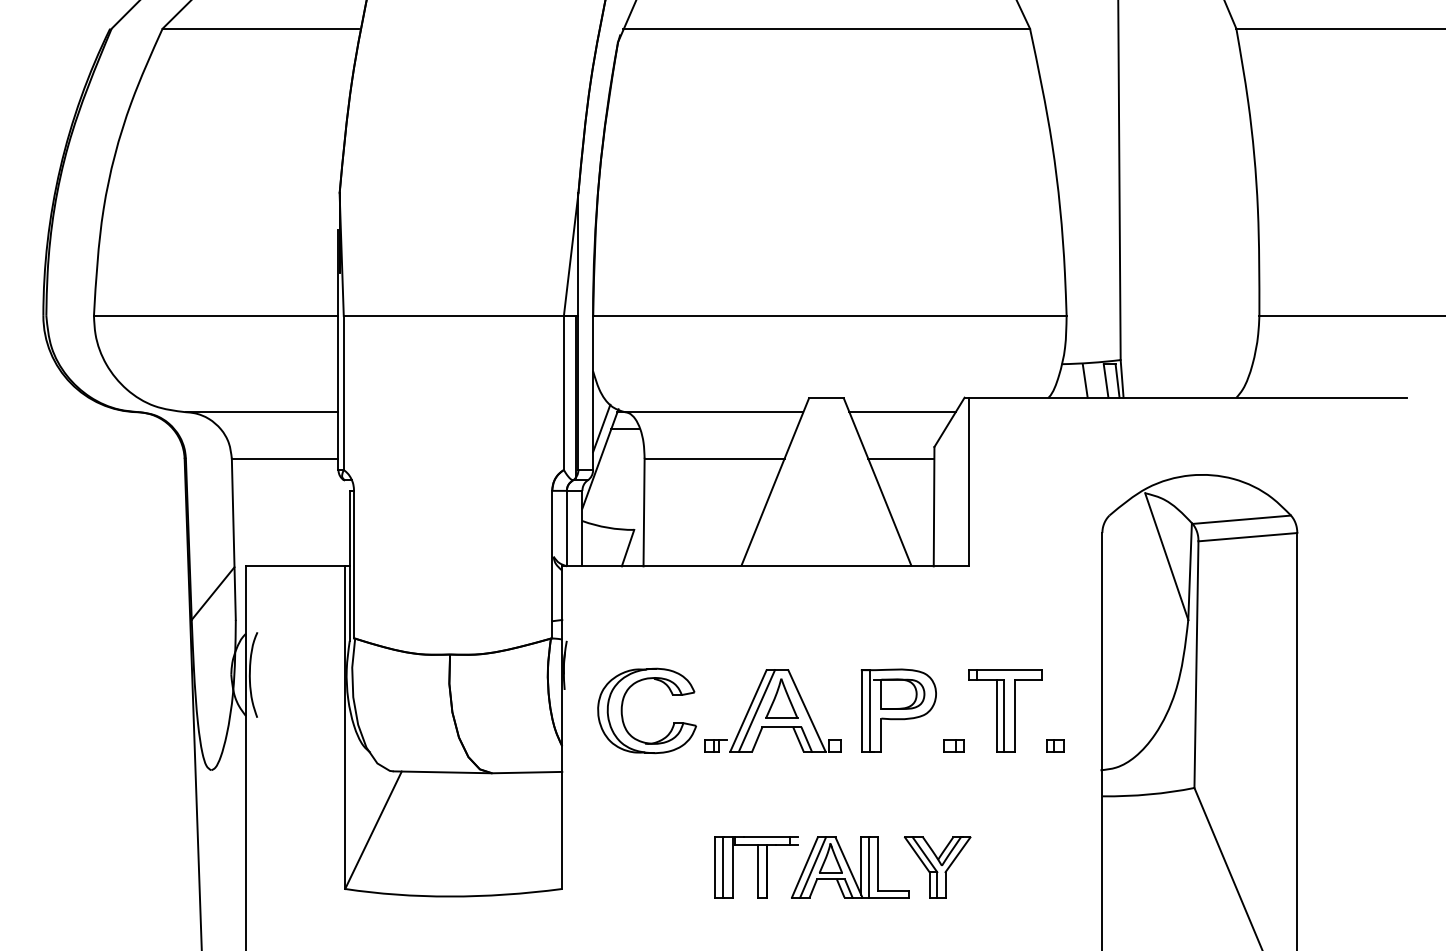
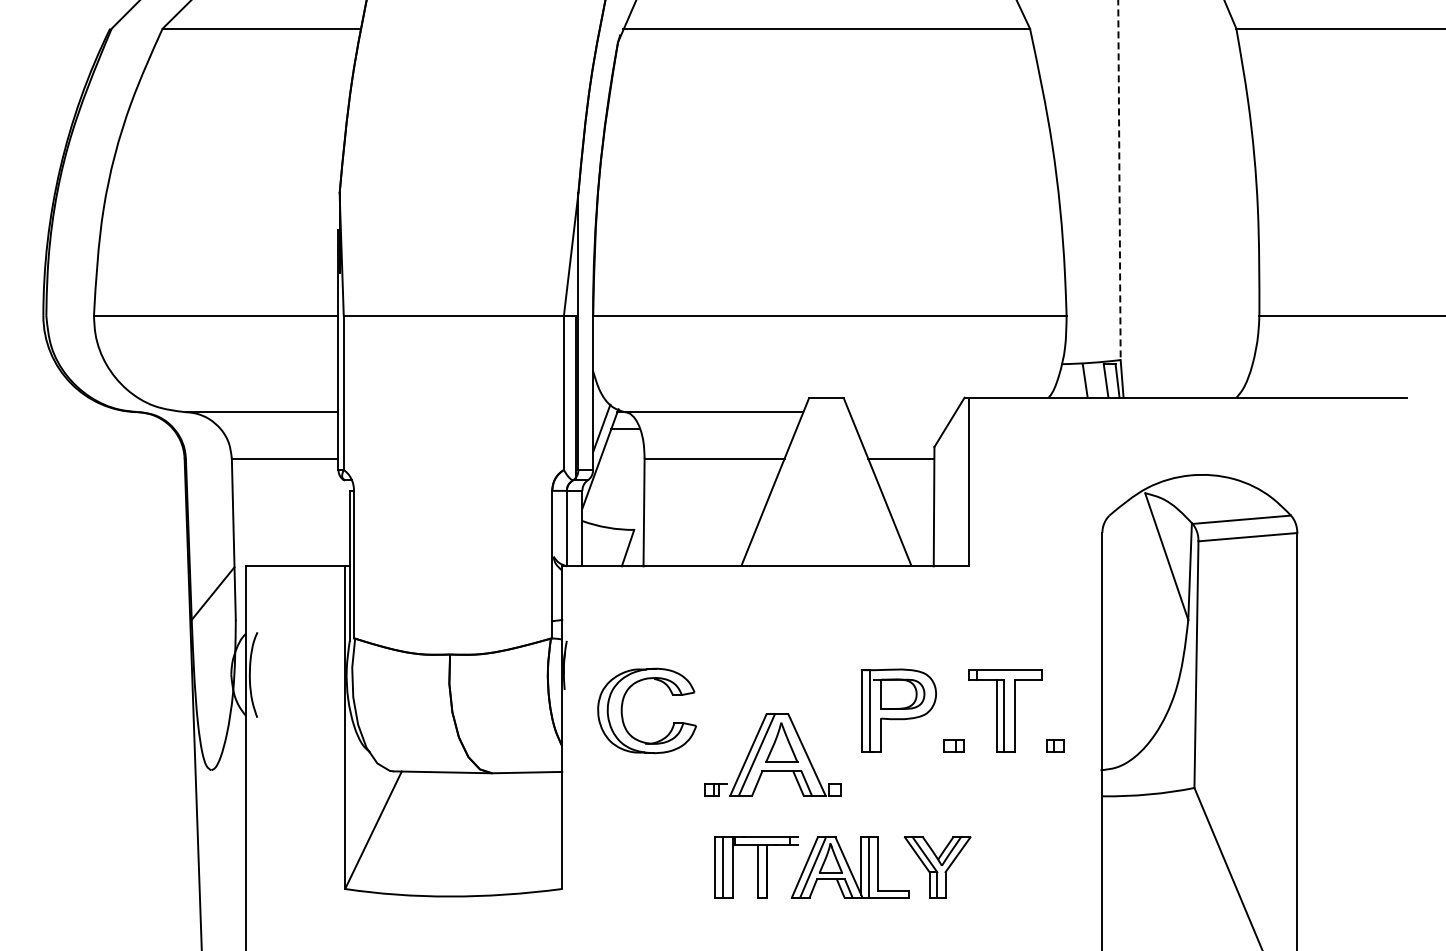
line at (1119, 180): solid -> dashed
line at (902, 412): present -> none
part at (772, 710) position: (772, 710) -> (772, 754)
